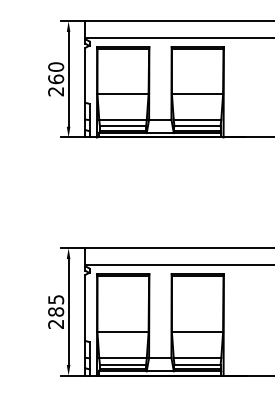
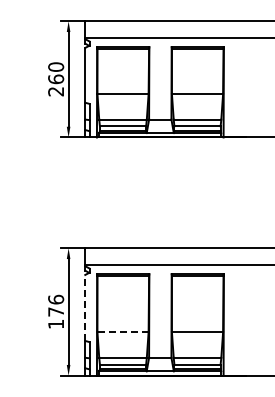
line at (85, 307): solid -> dashed
text at (56, 311): 285 -> 176
line at (123, 332): solid -> dashed
